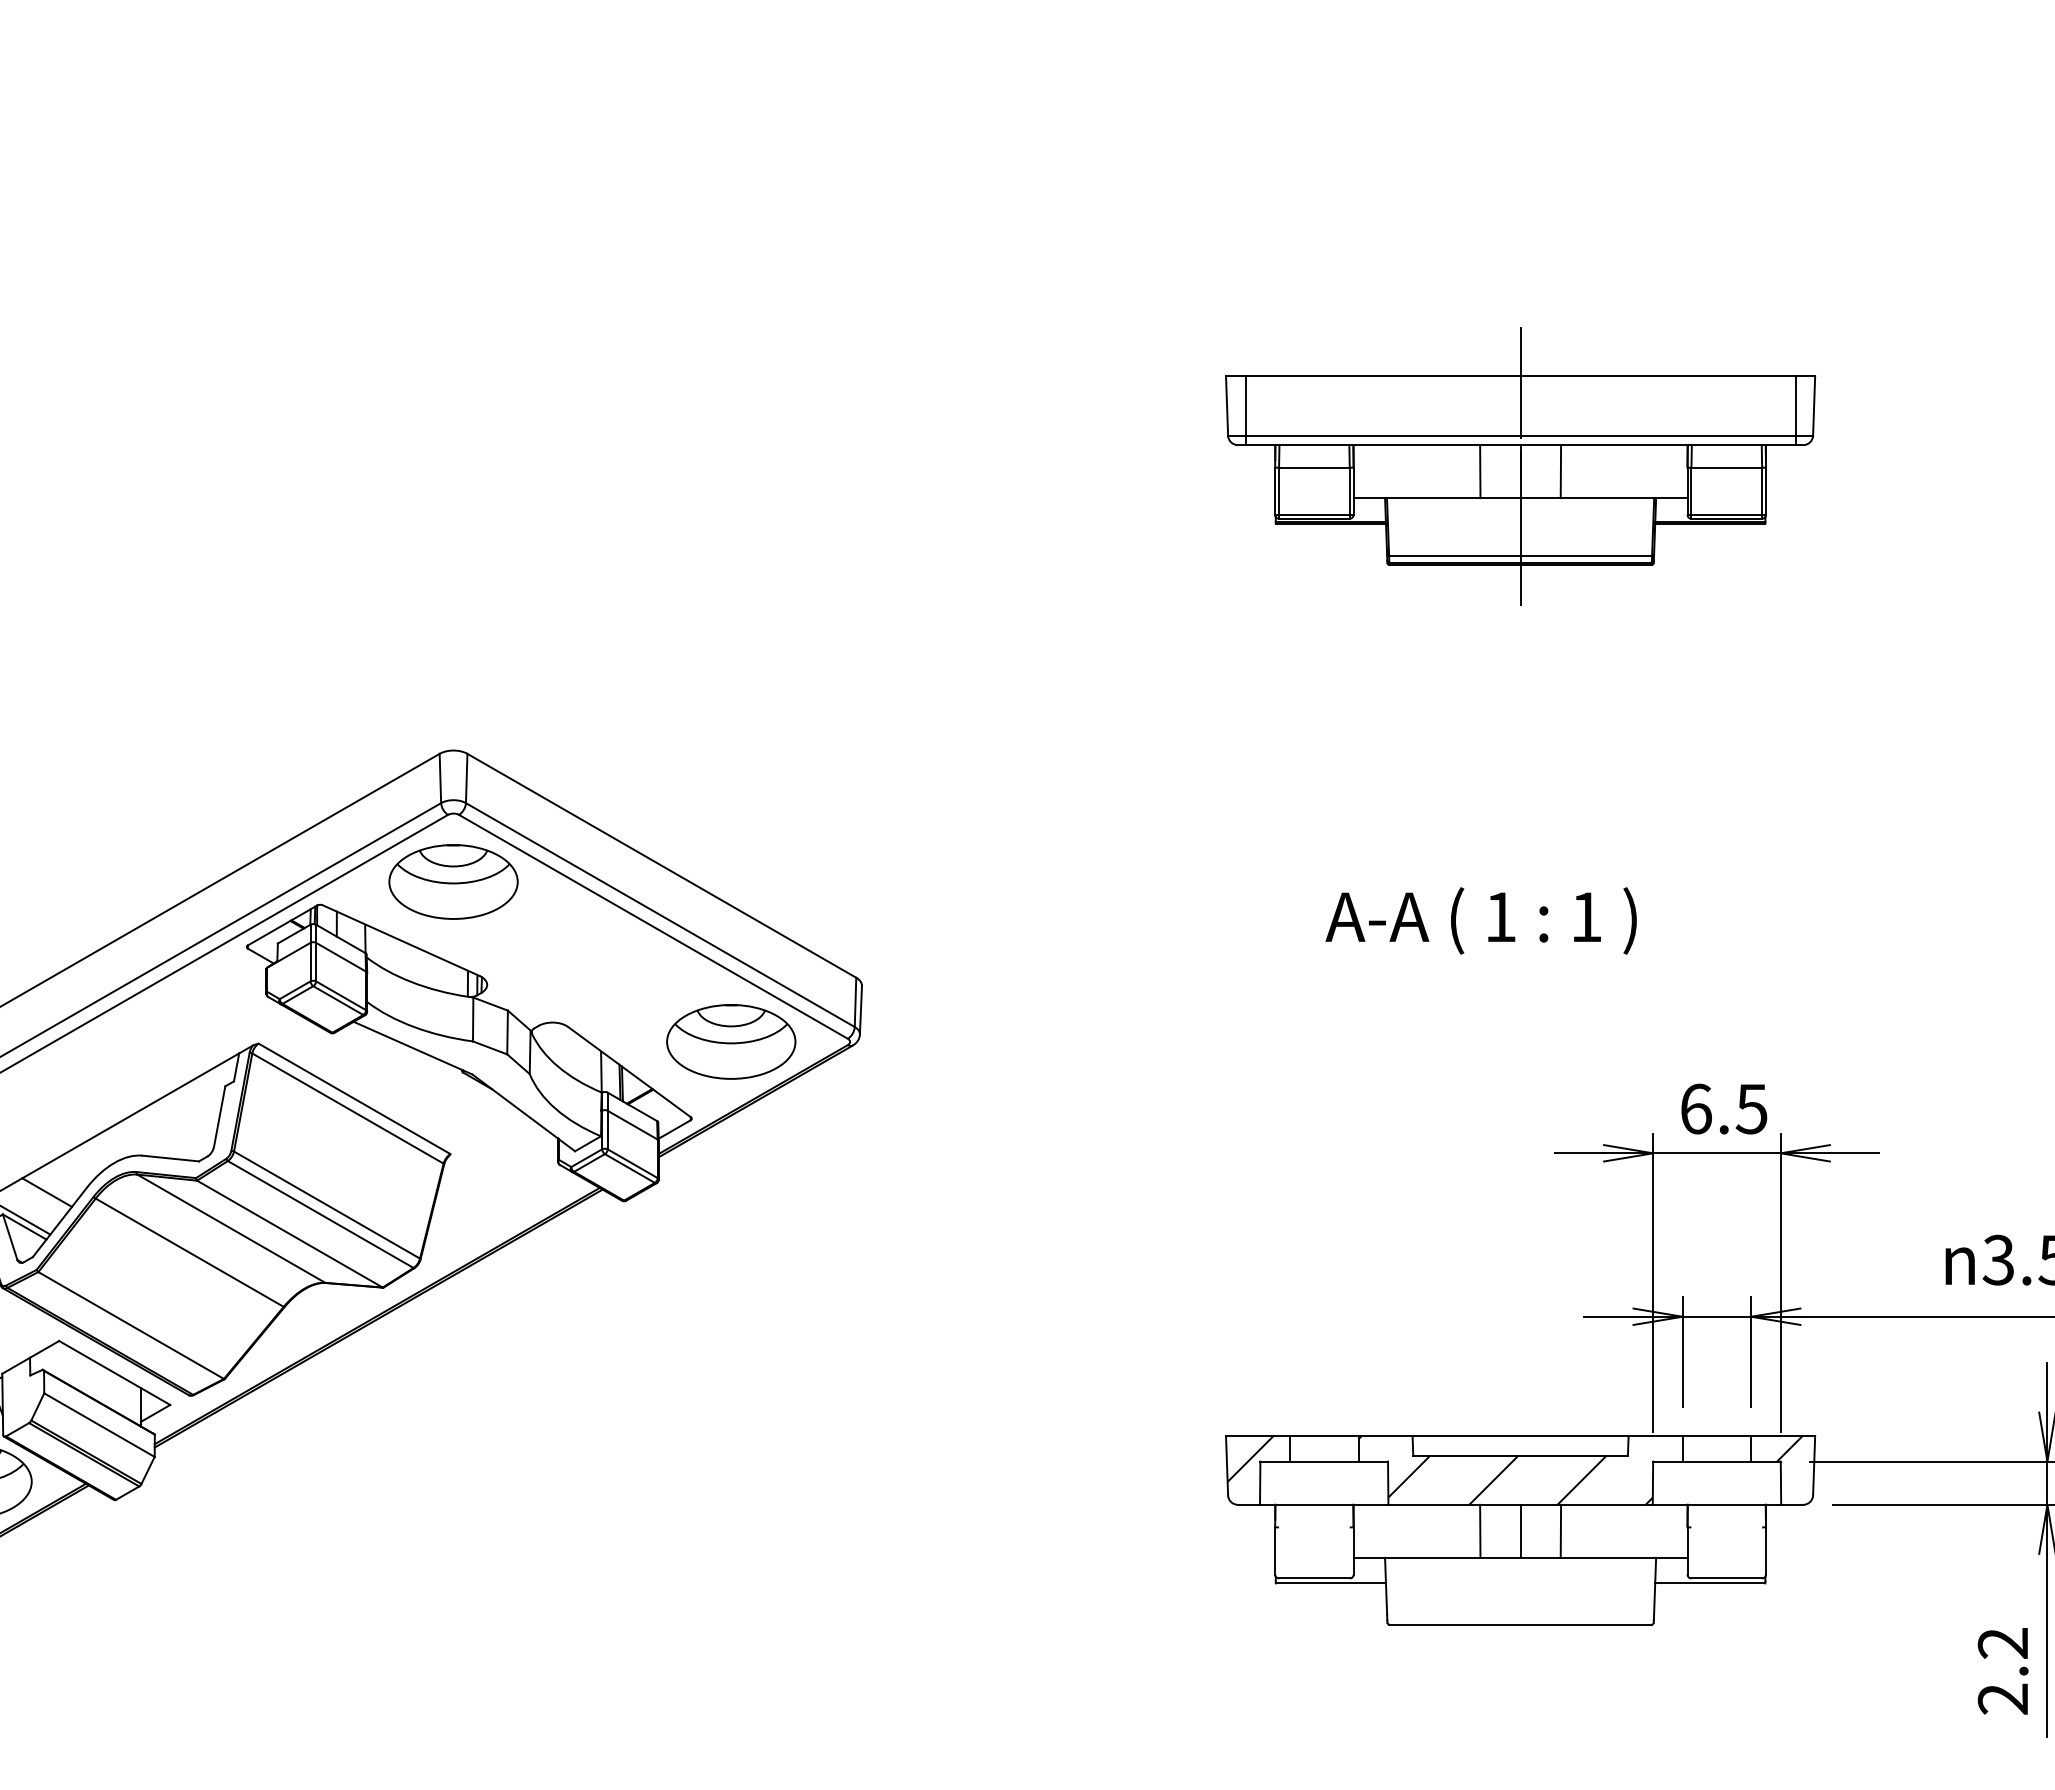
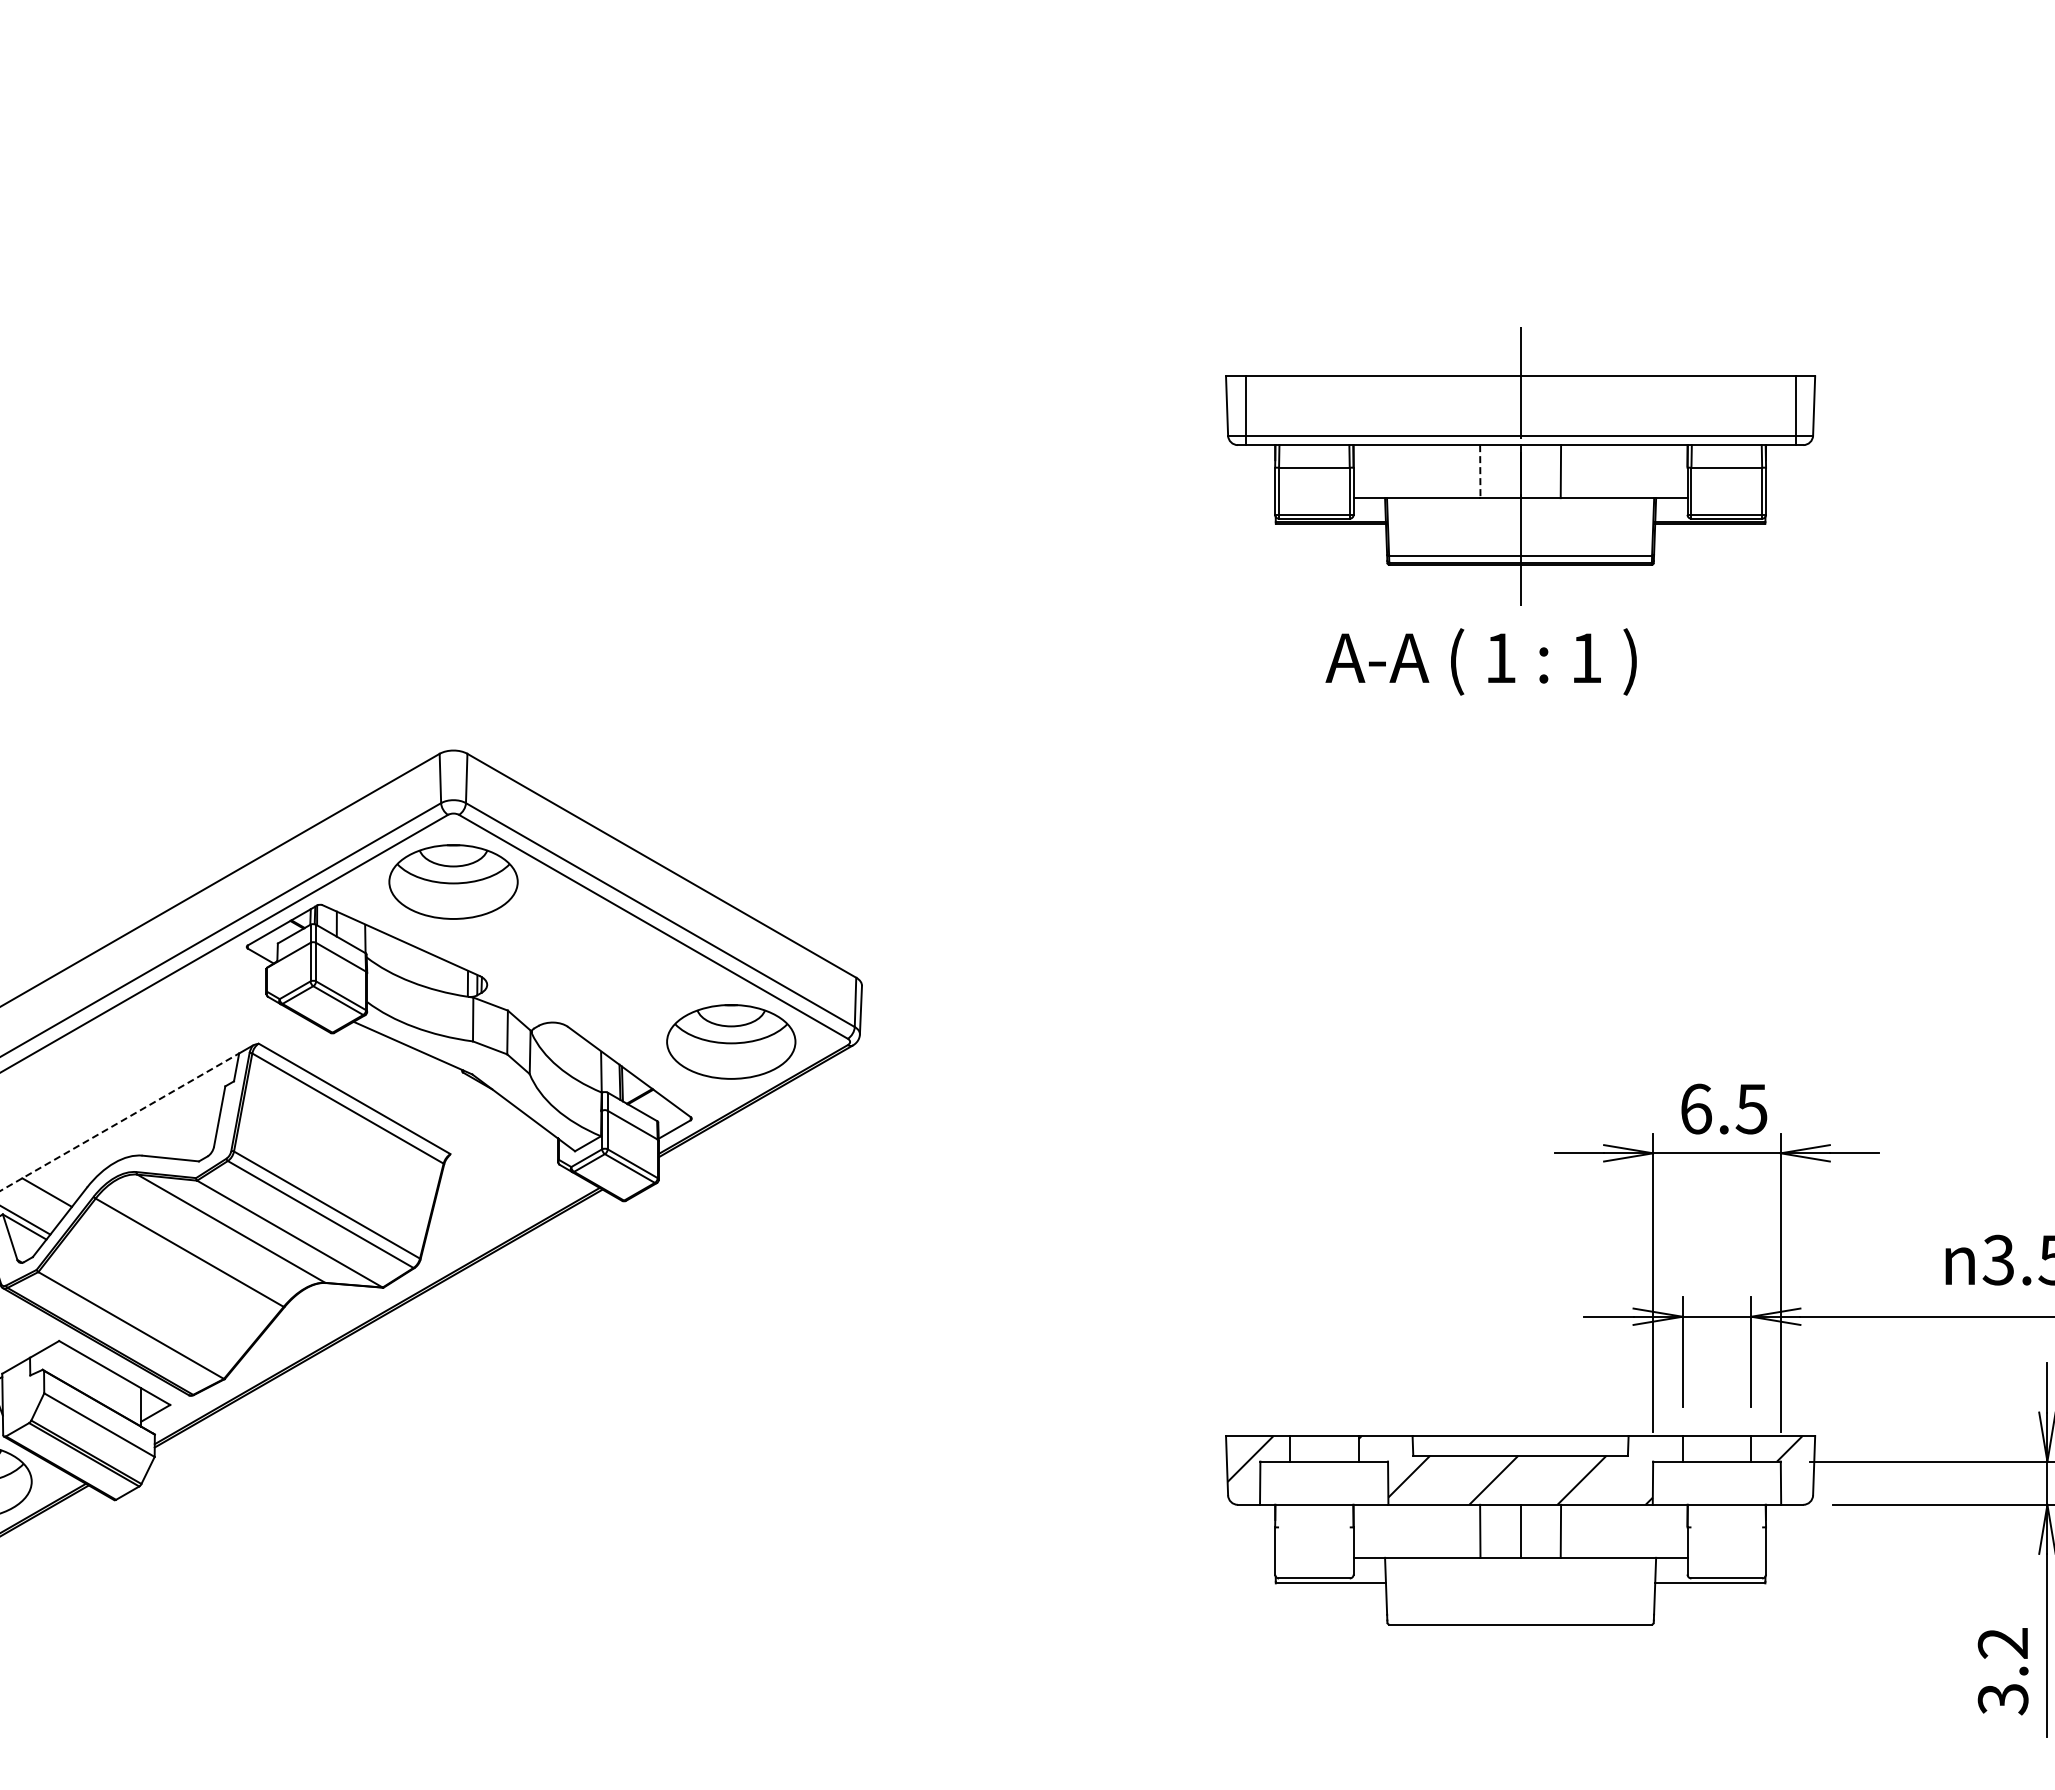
line at (1480, 471): solid -> dashed
text at (1480, 920) position: (1480, 920) -> (1480, 661)
line at (119, 1122): solid -> dashed
text at (2003, 1699): 2.2 -> 3.2
